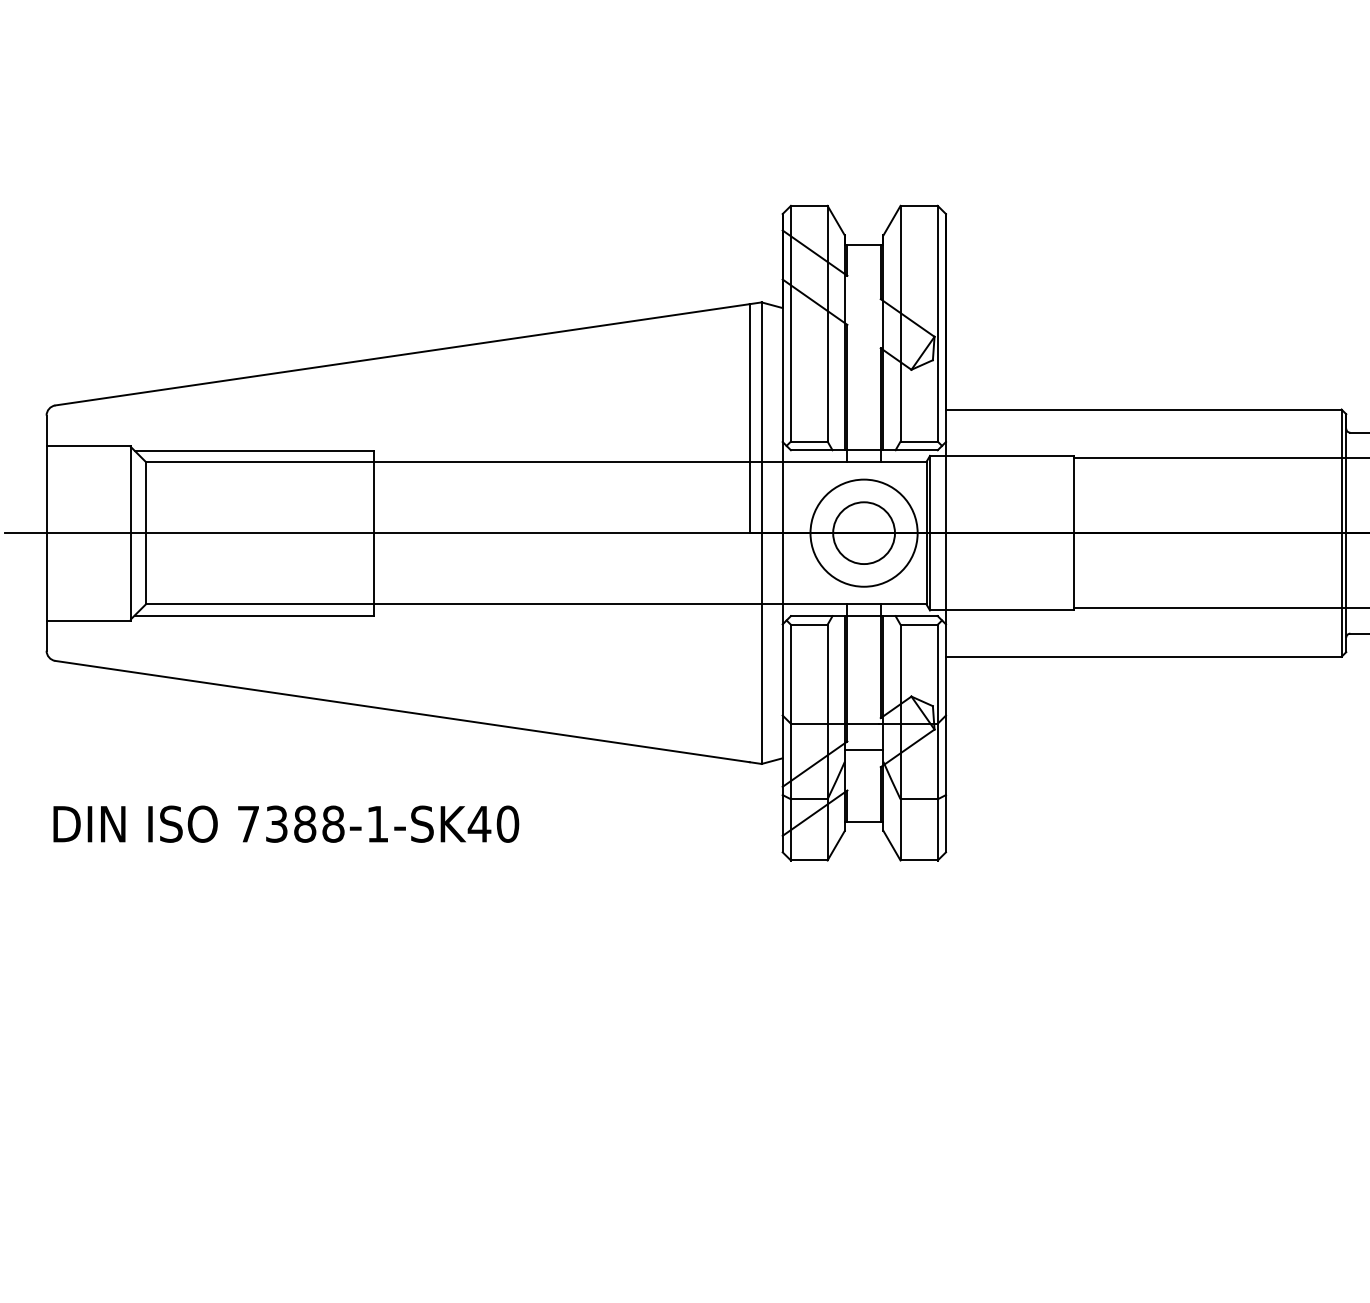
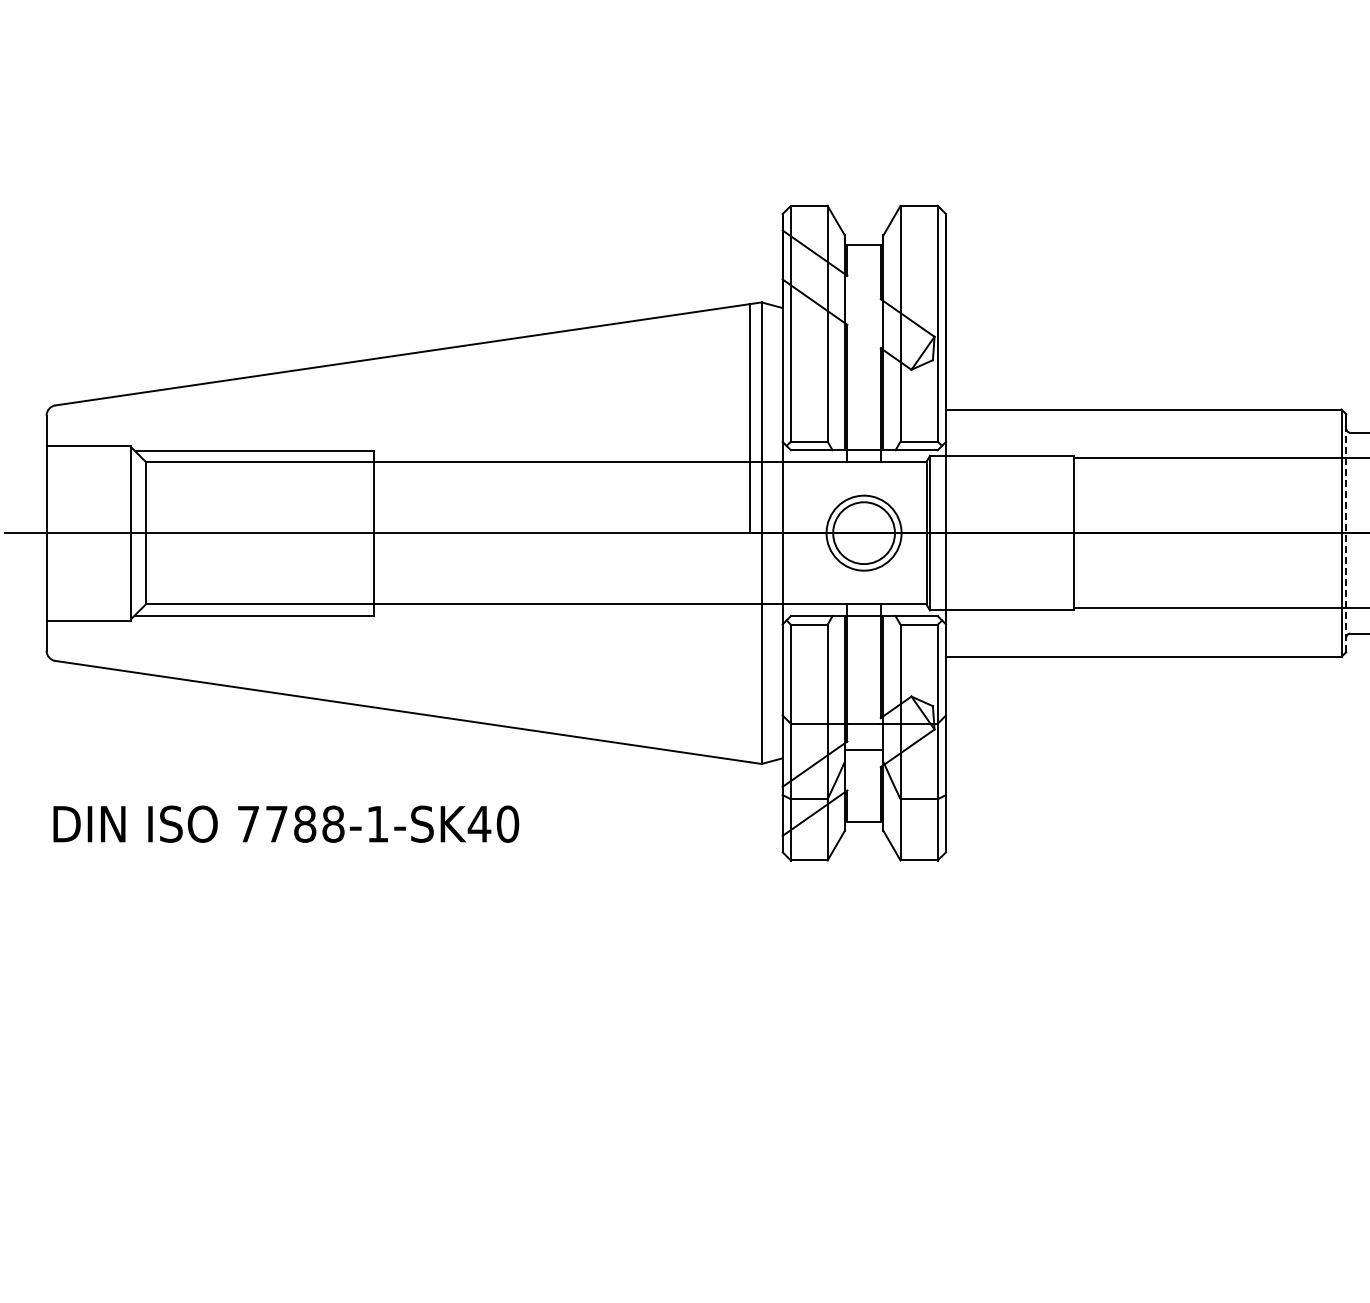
circle at (863, 532) diameter: 107 px -> 75 px
line at (1346, 533): solid -> dashed
text at (276, 823): 7388-1-SK40 -> 7788-1-SK40
